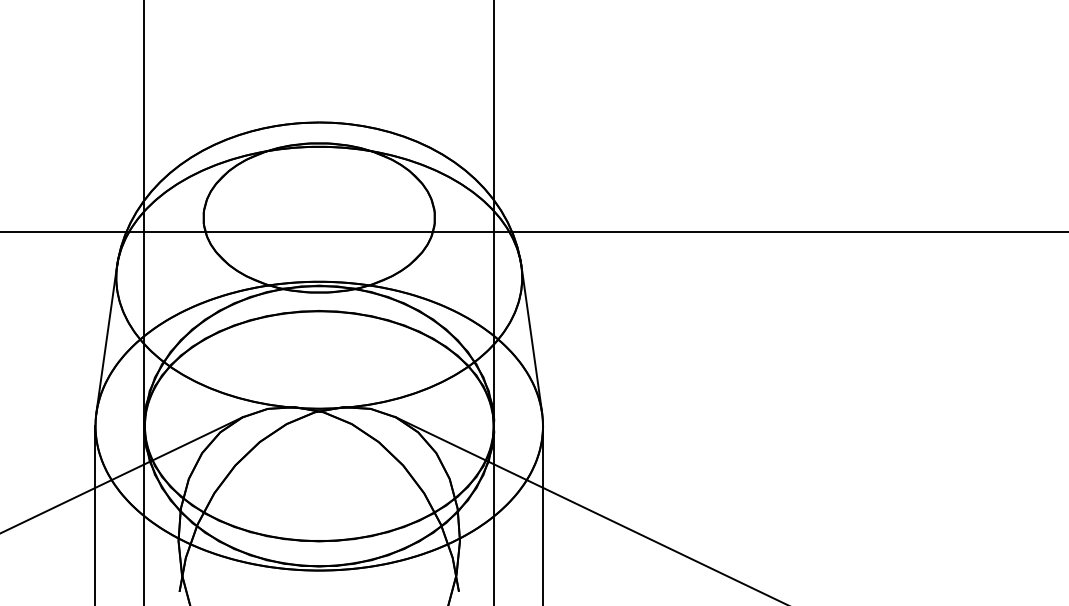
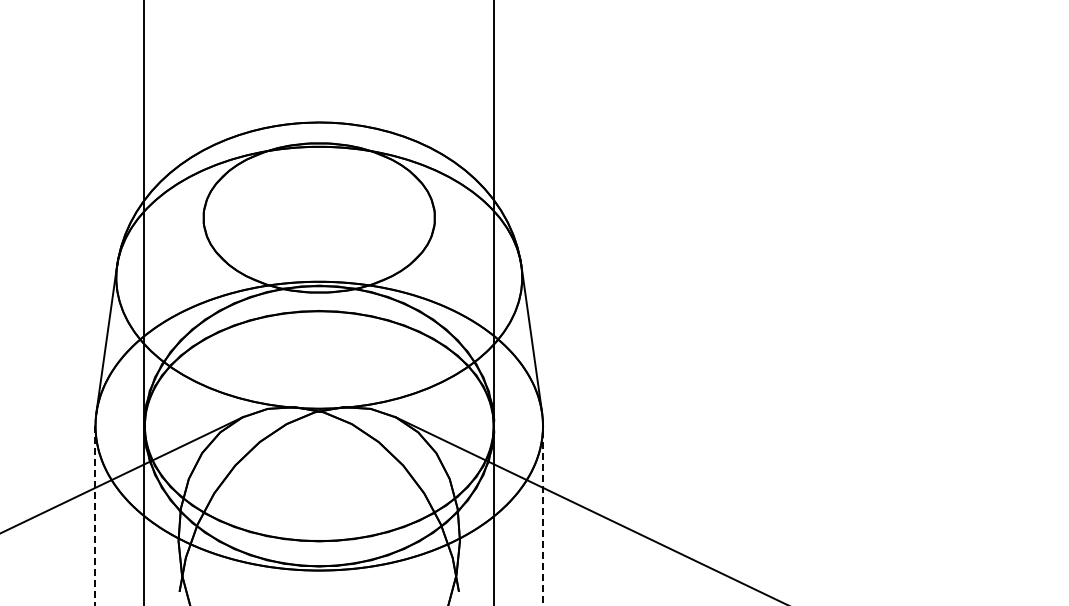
line at (533, 231): present -> none
line at (95, 515): solid -> dashed
line at (543, 515): solid -> dashed
